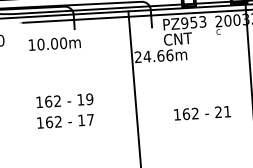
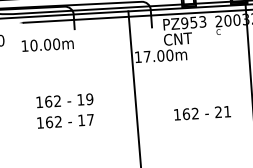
text at (54, 43) position: (54, 43) -> (47, 44)
text at (153, 56): 24.66m -> 17.00m
